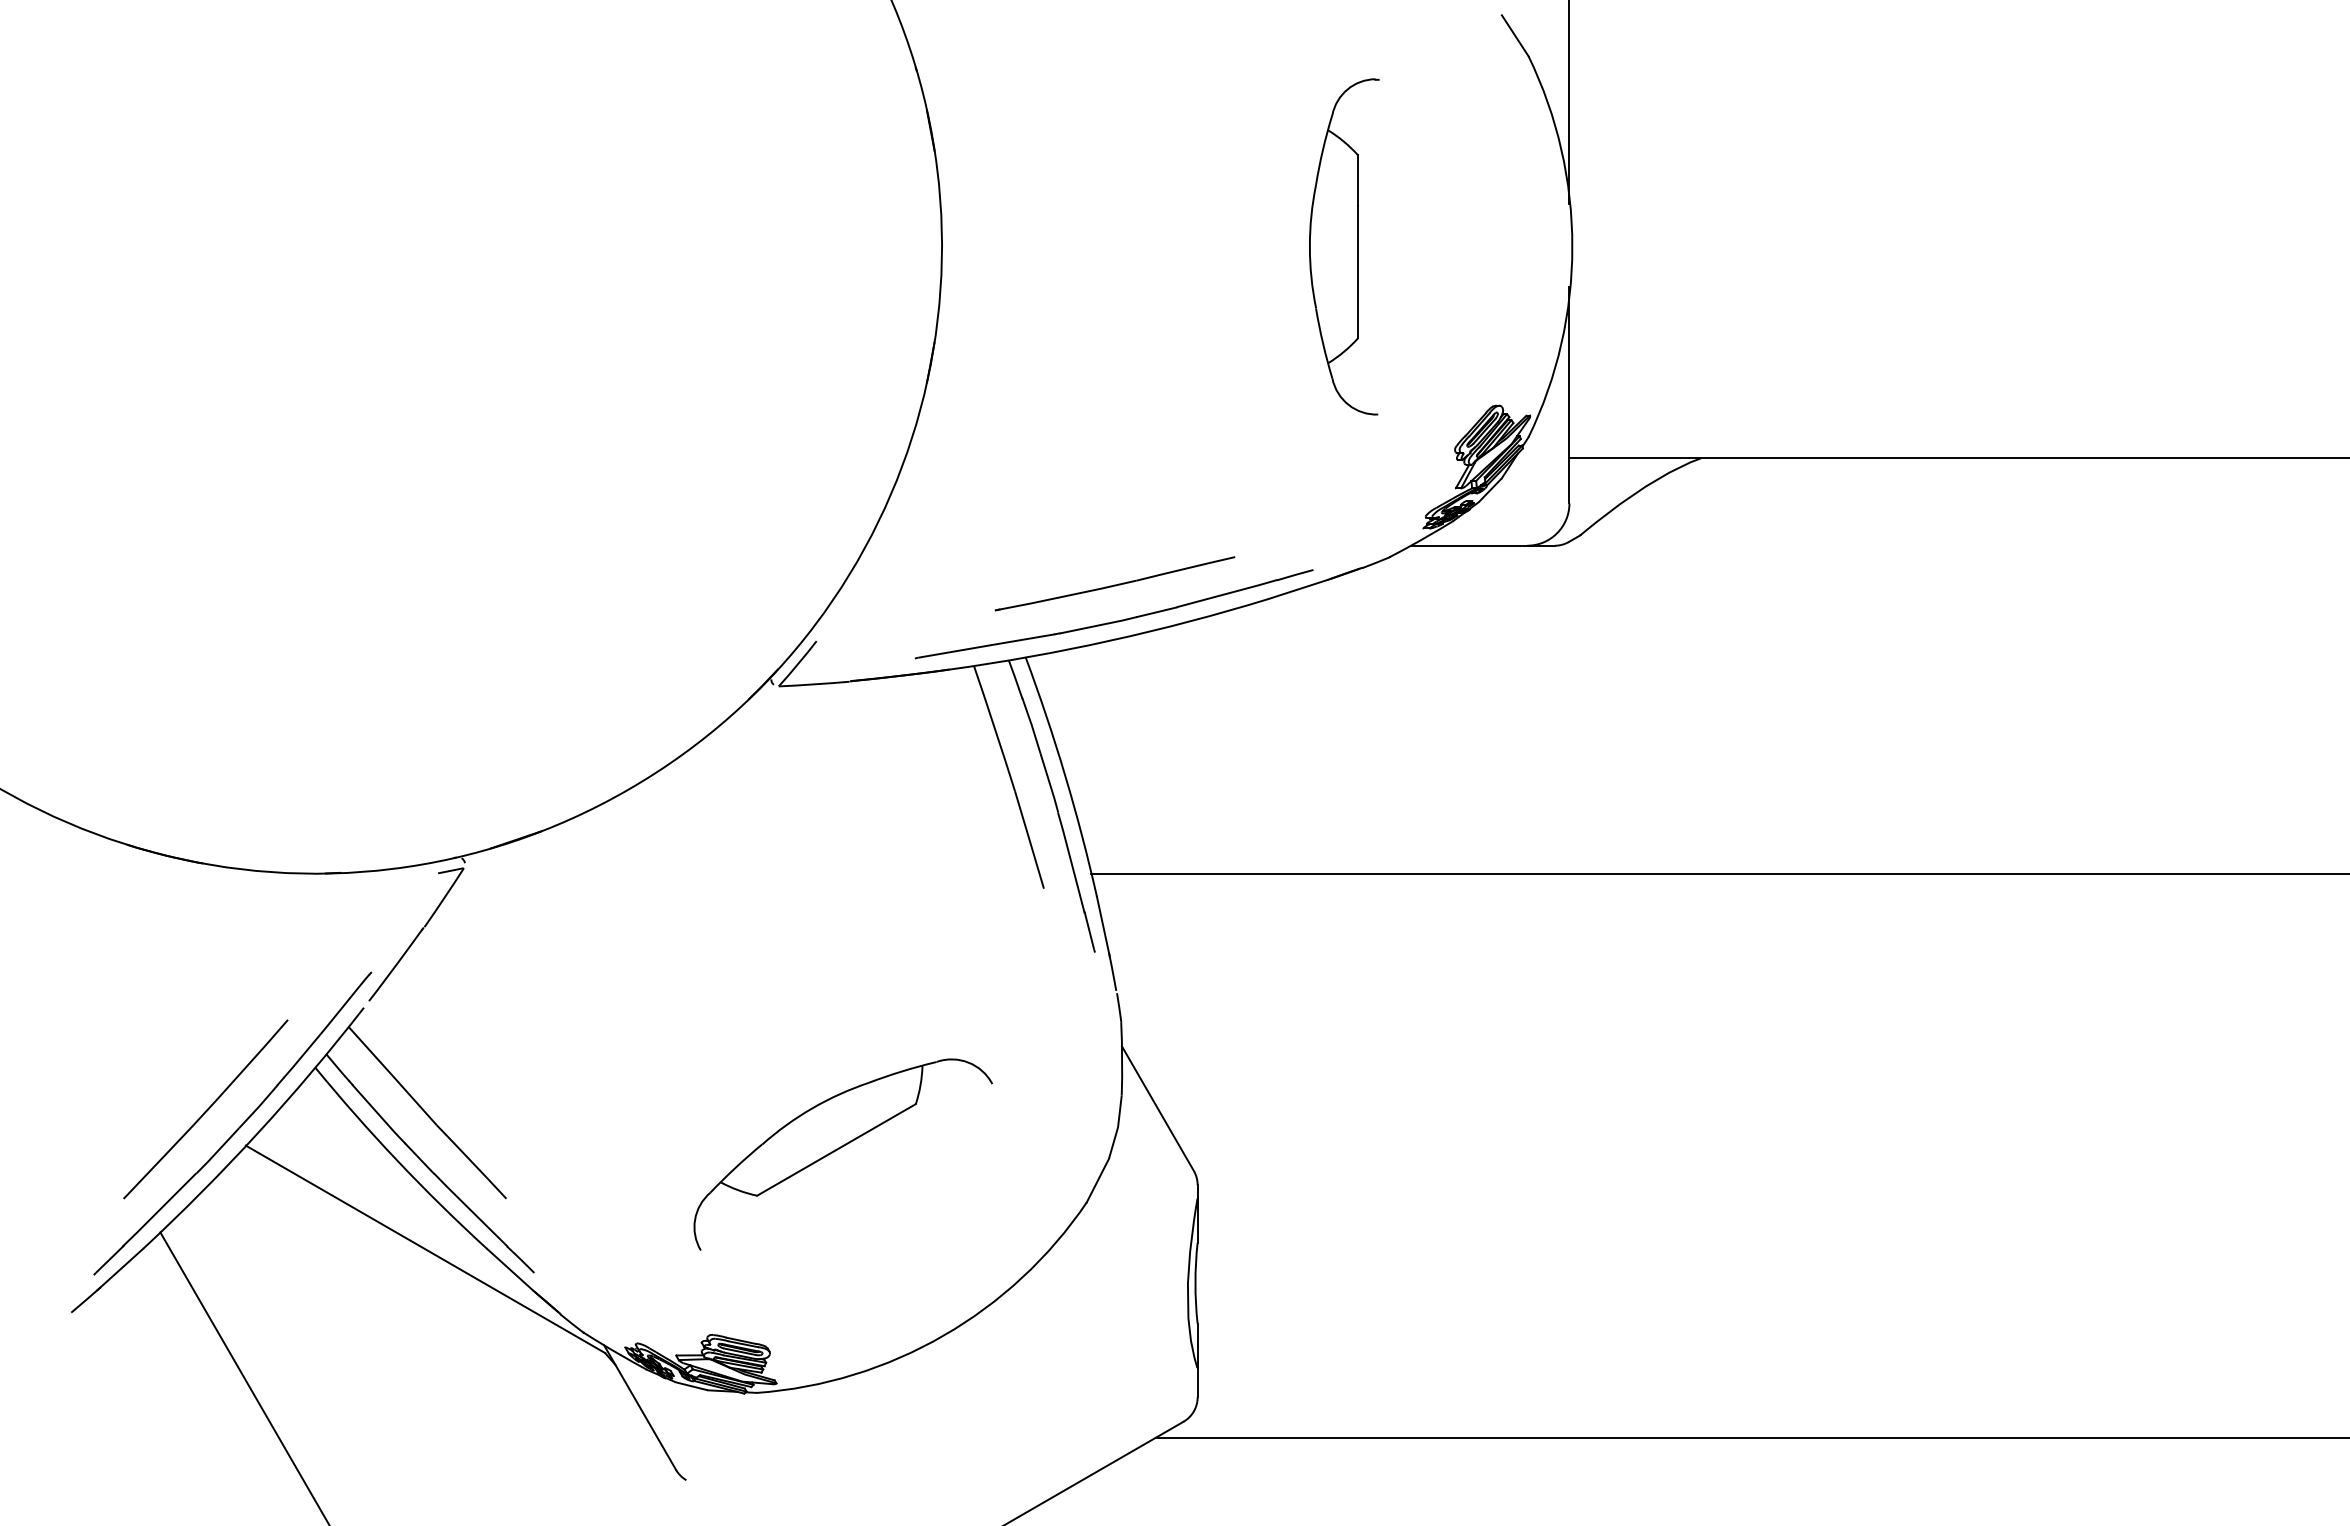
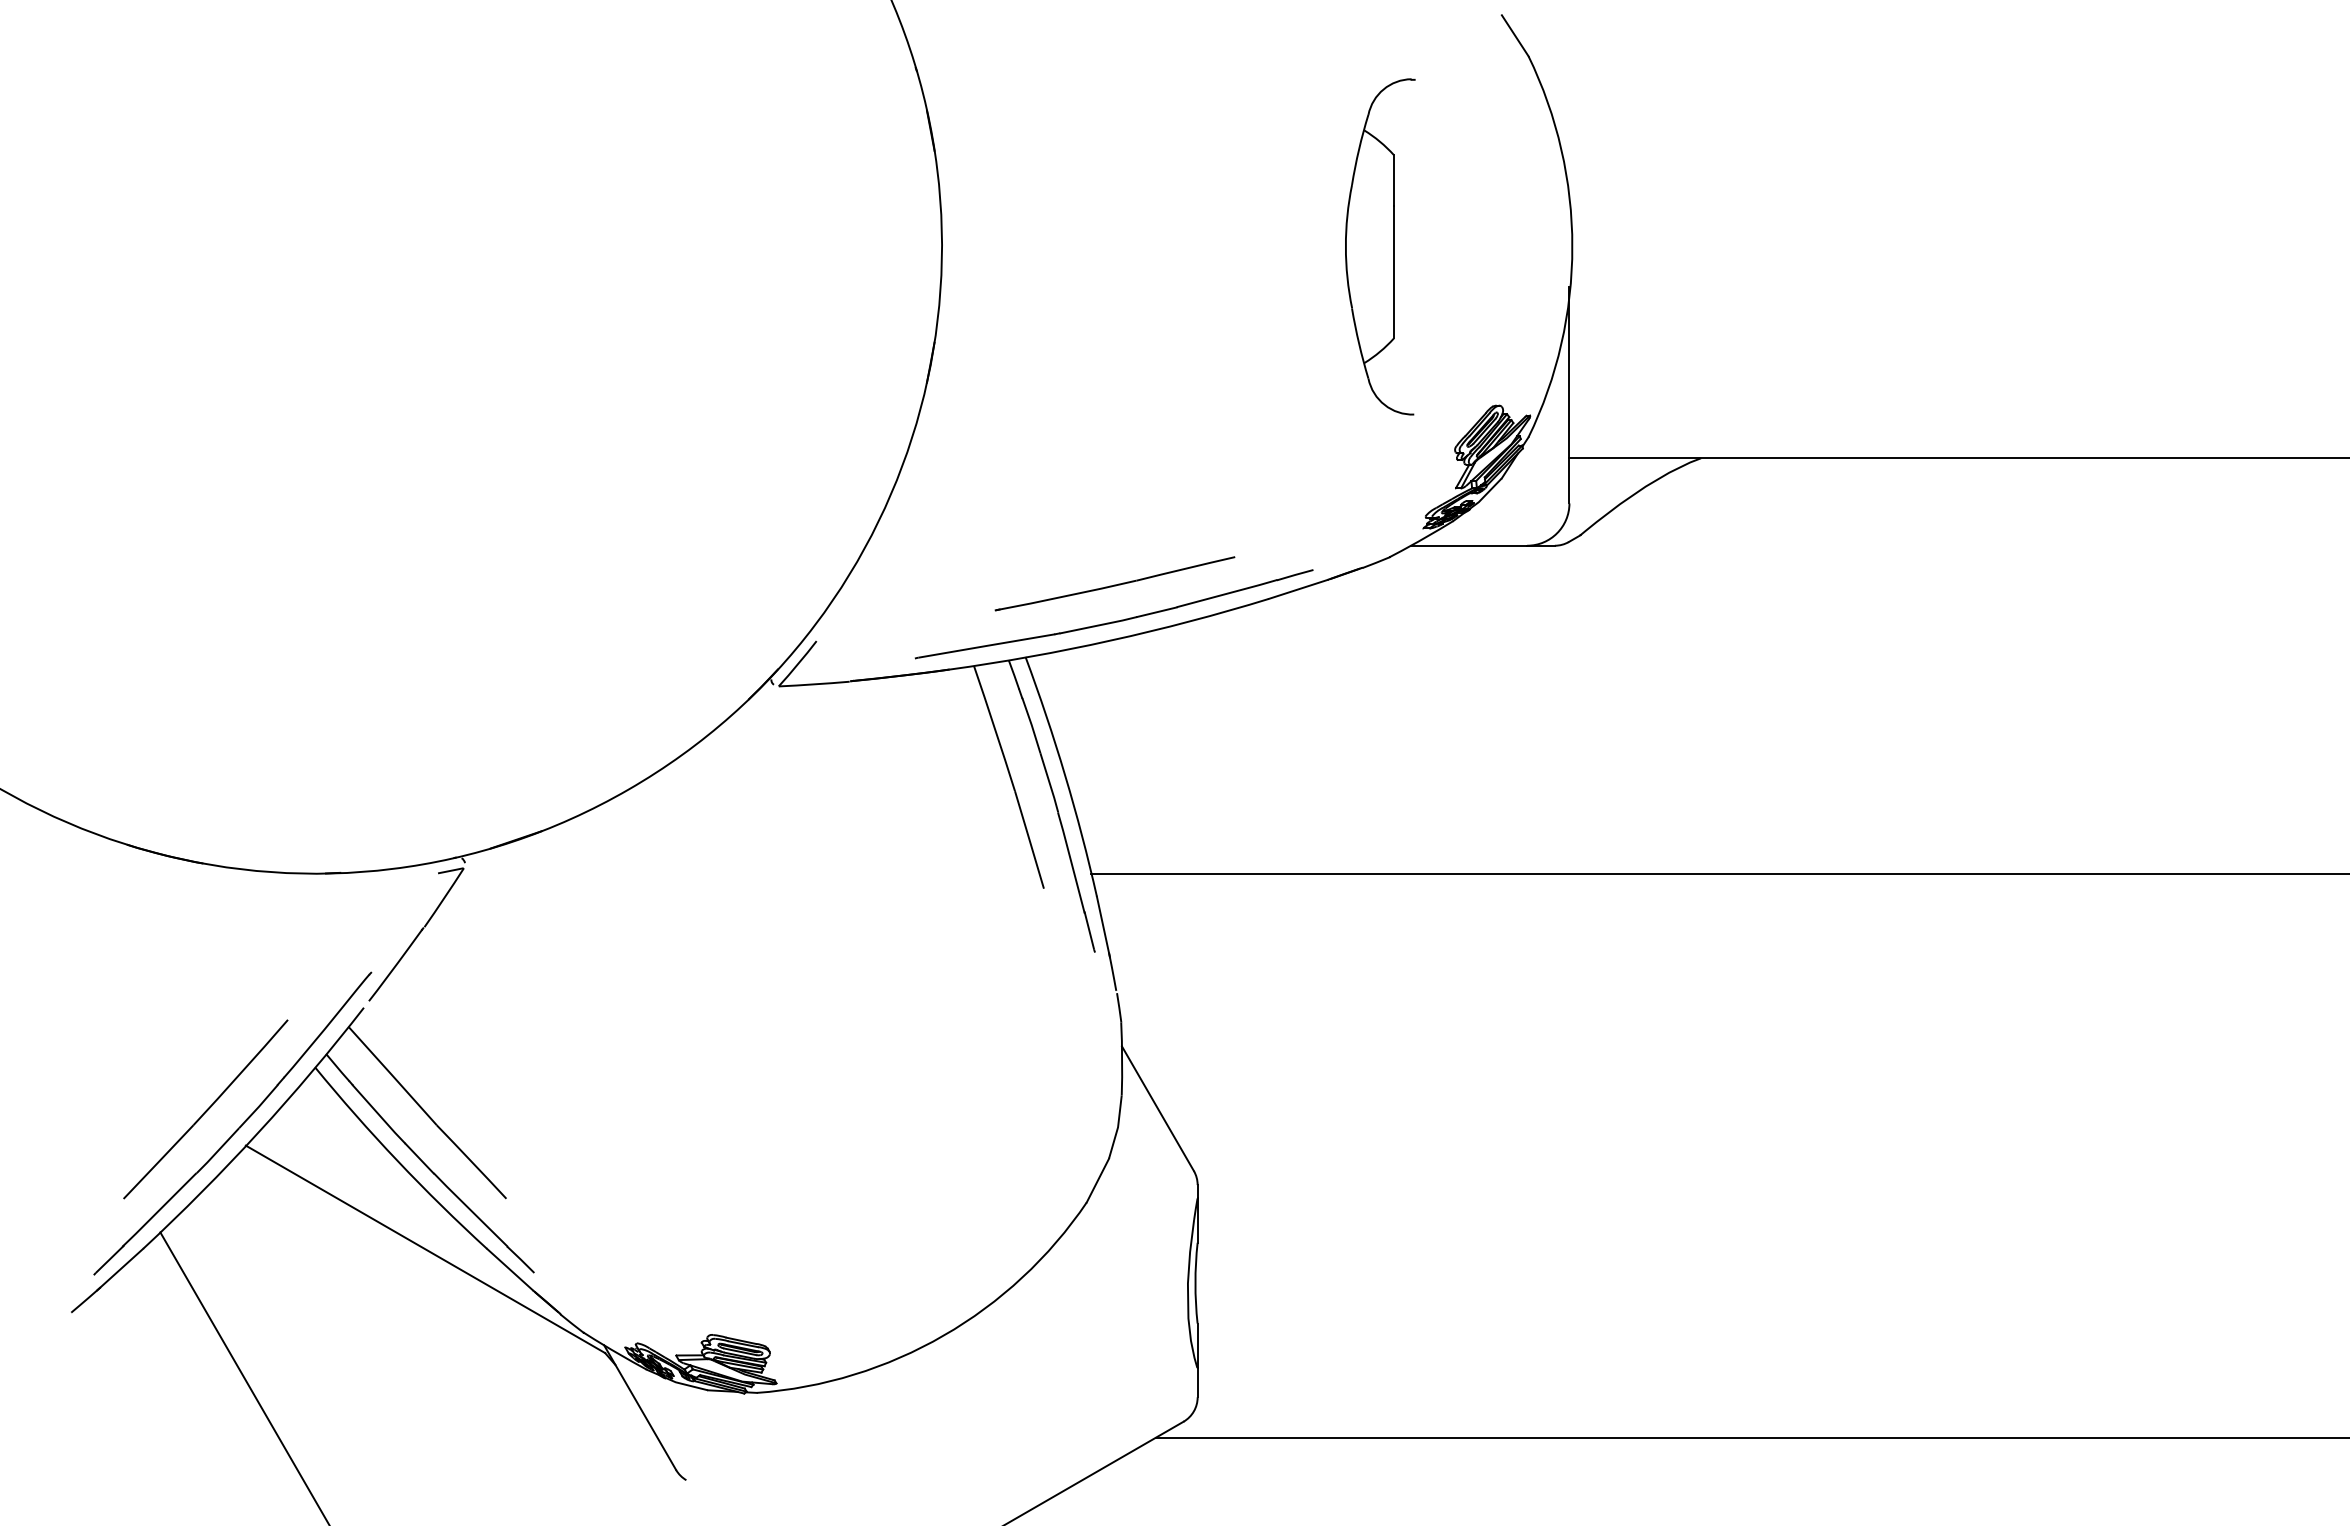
line at (1569, 102): present -> none
part at (1344, 246) position: (1344, 246) -> (1380, 246)
part at (842, 1154): present -> none
